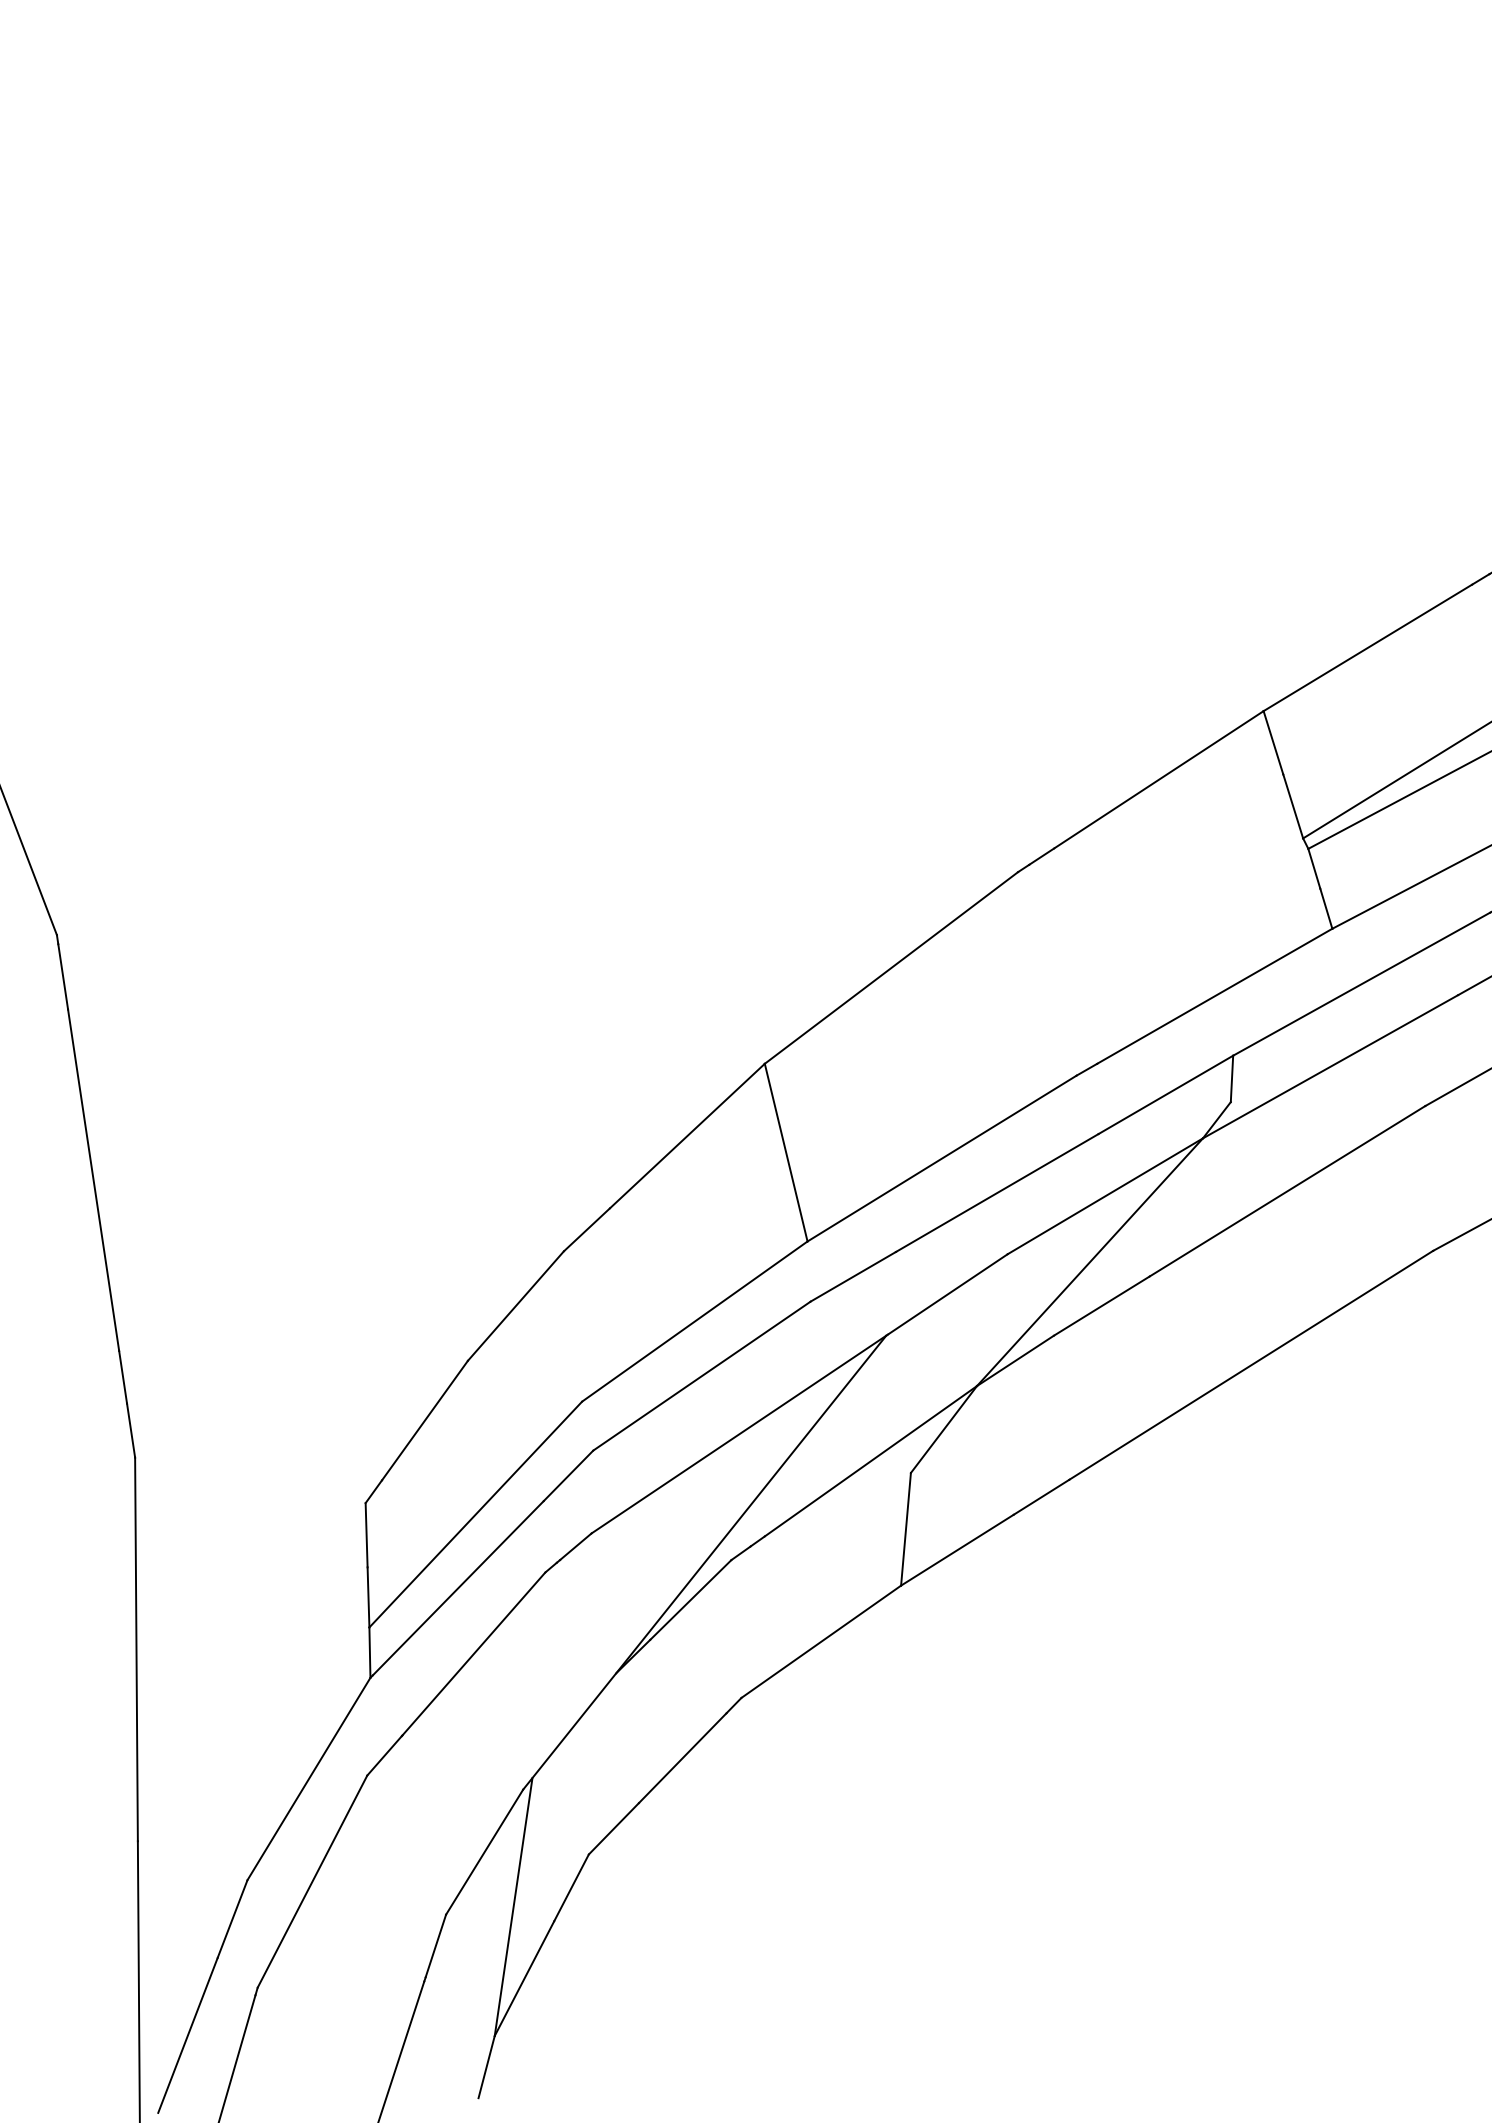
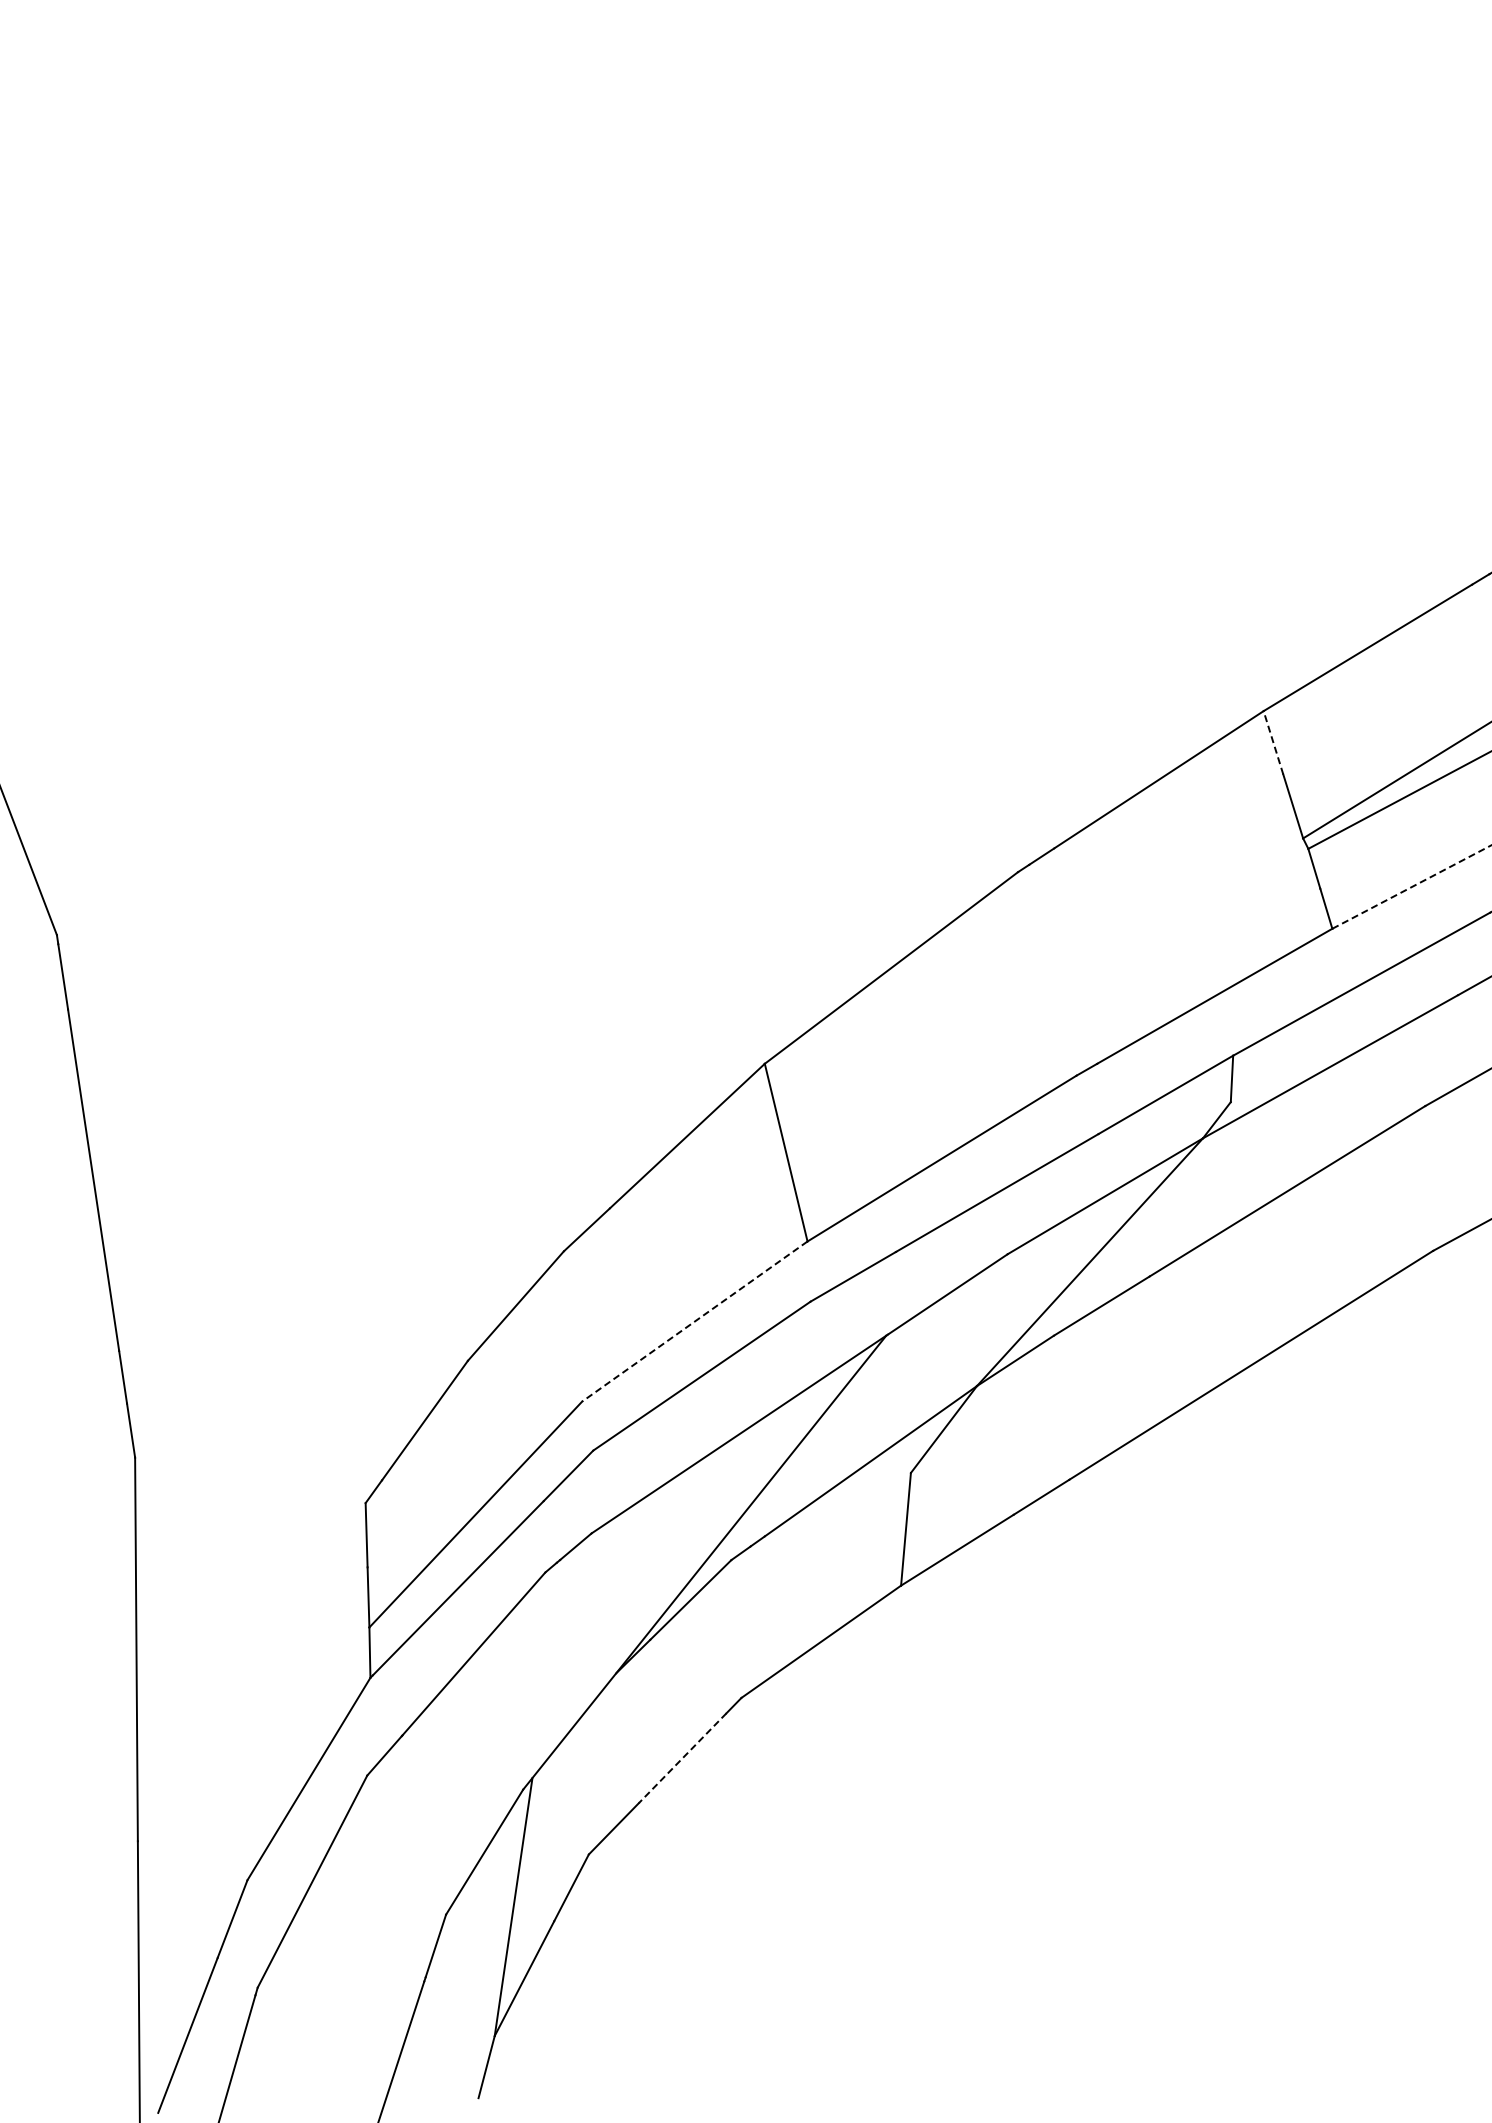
line at (1273, 742): solid -> dashed
line at (1411, 887): solid -> dashed
line at (694, 1321): solid -> dashed
line at (682, 1758): solid -> dashed
